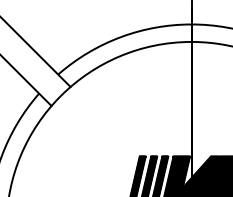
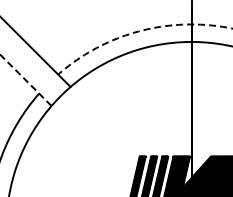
arc at (137, 31): solid -> dashed
line at (25, 79): solid -> dashed
